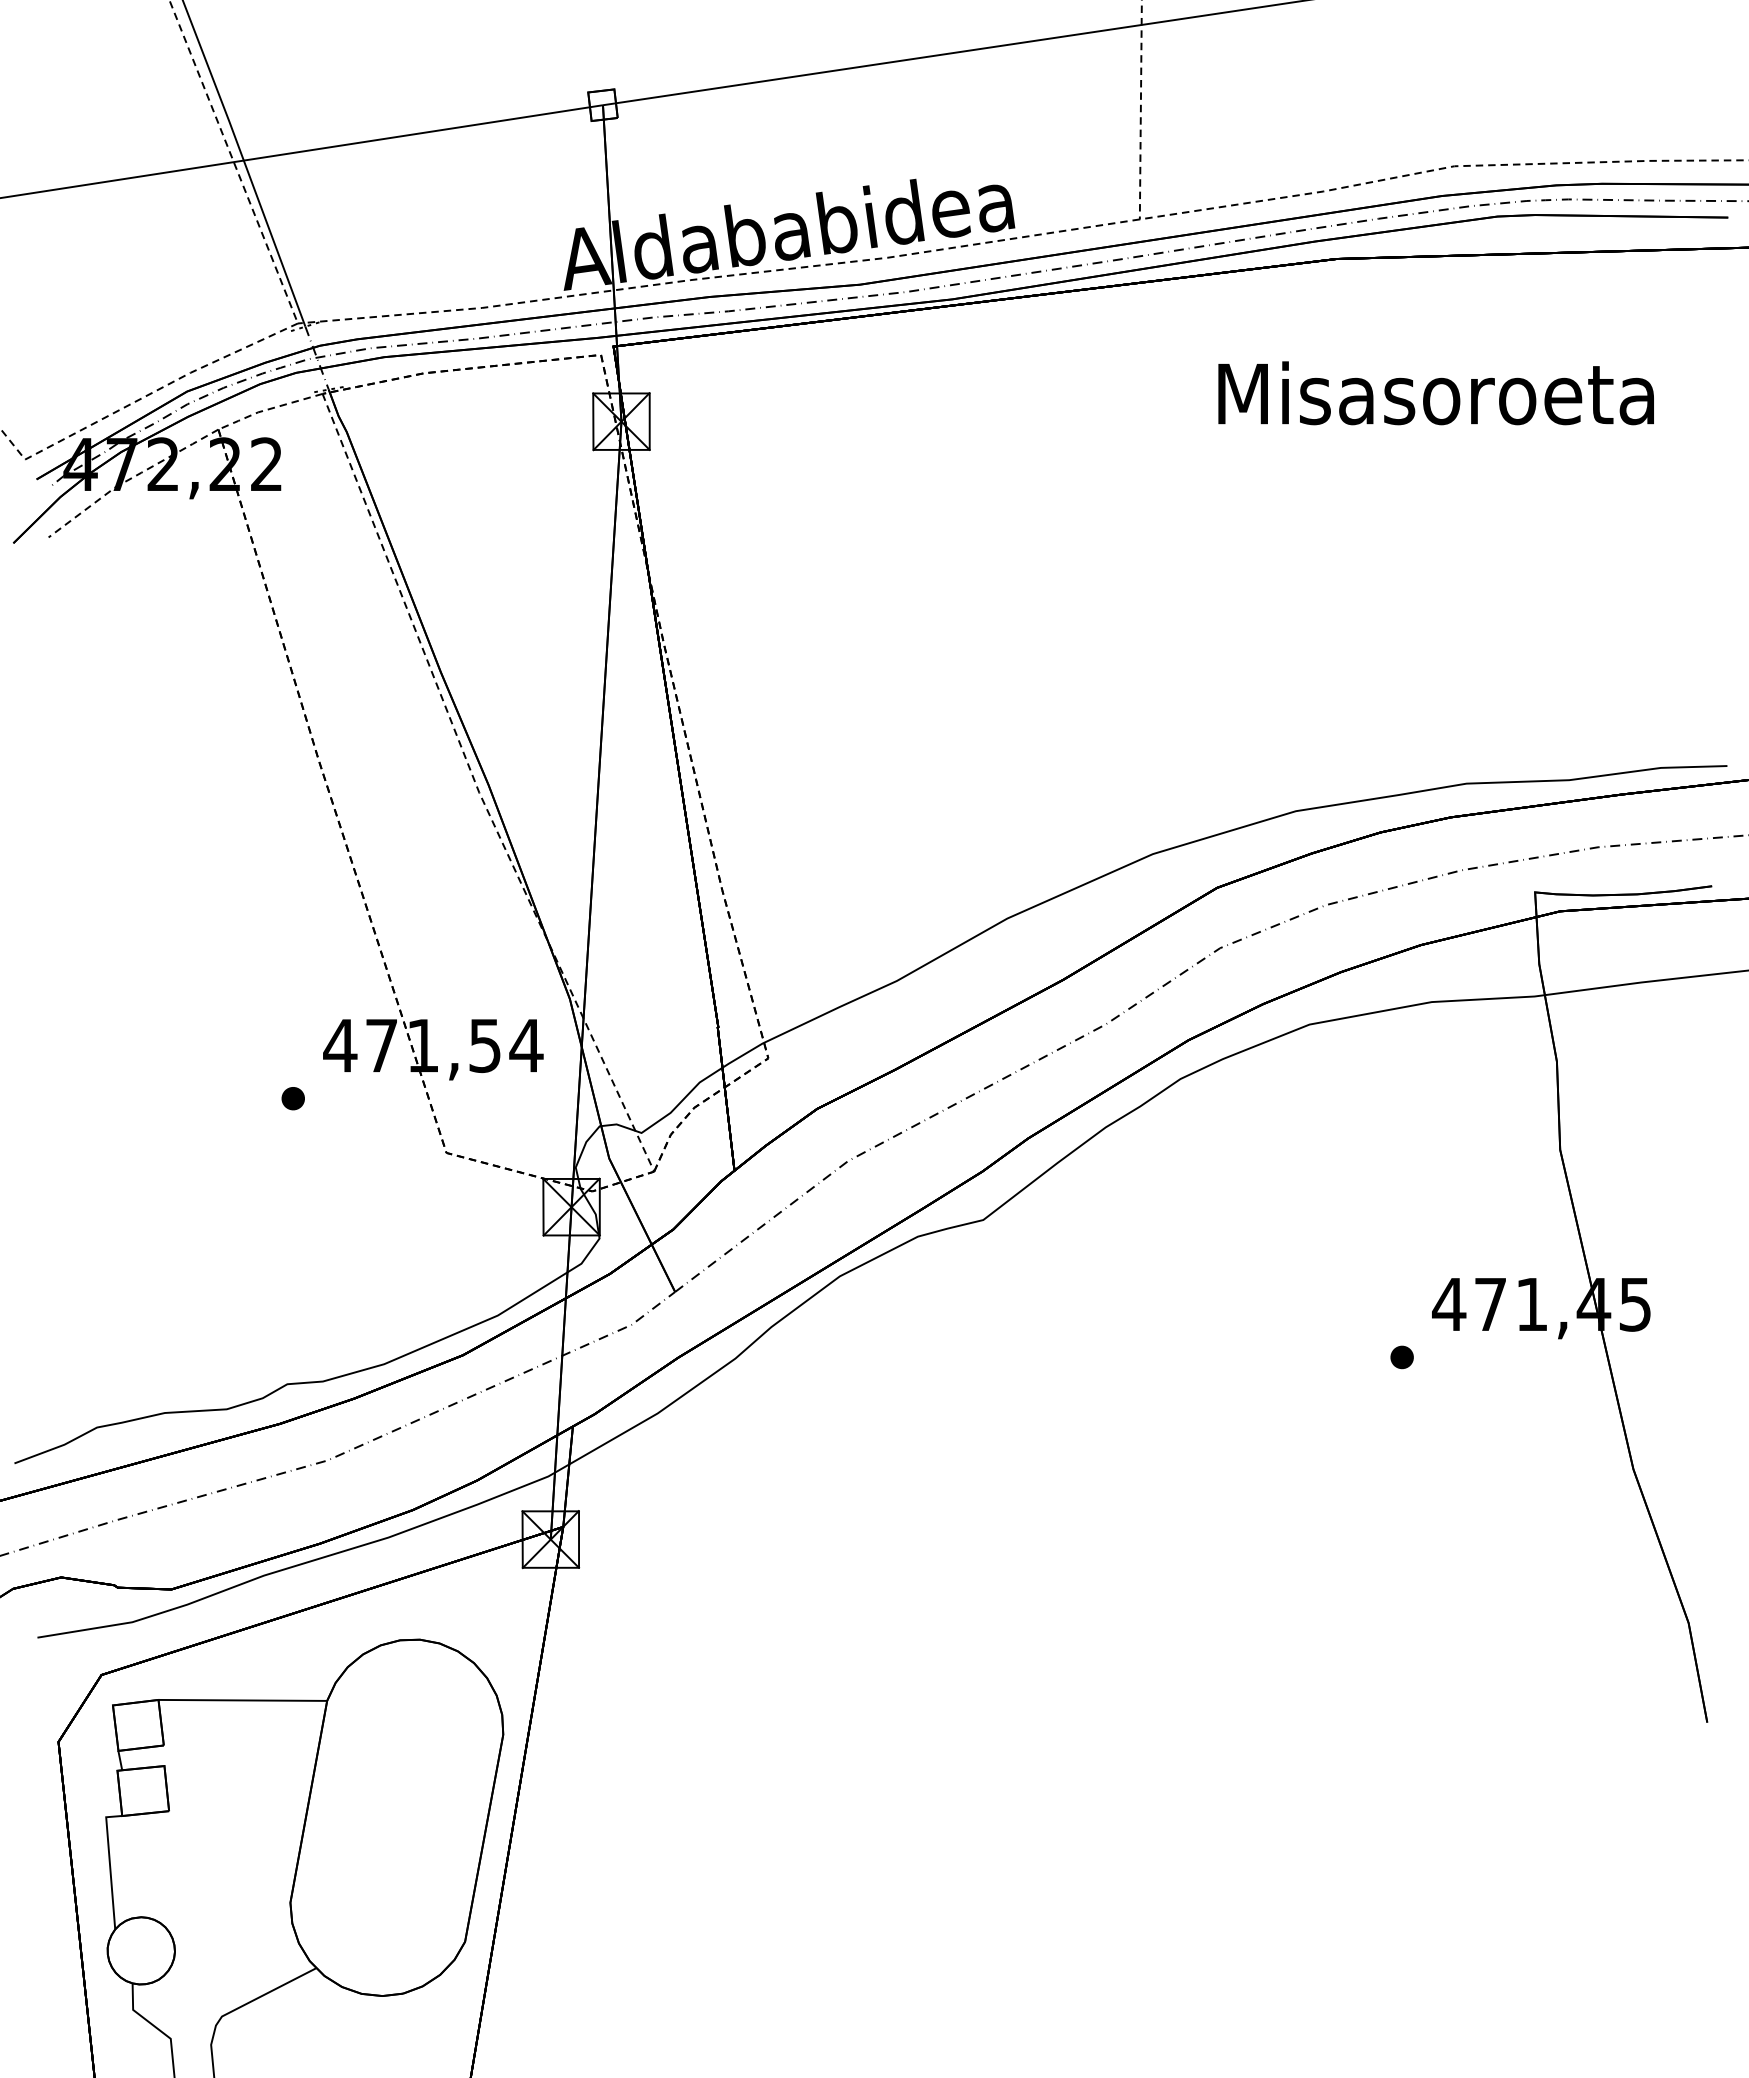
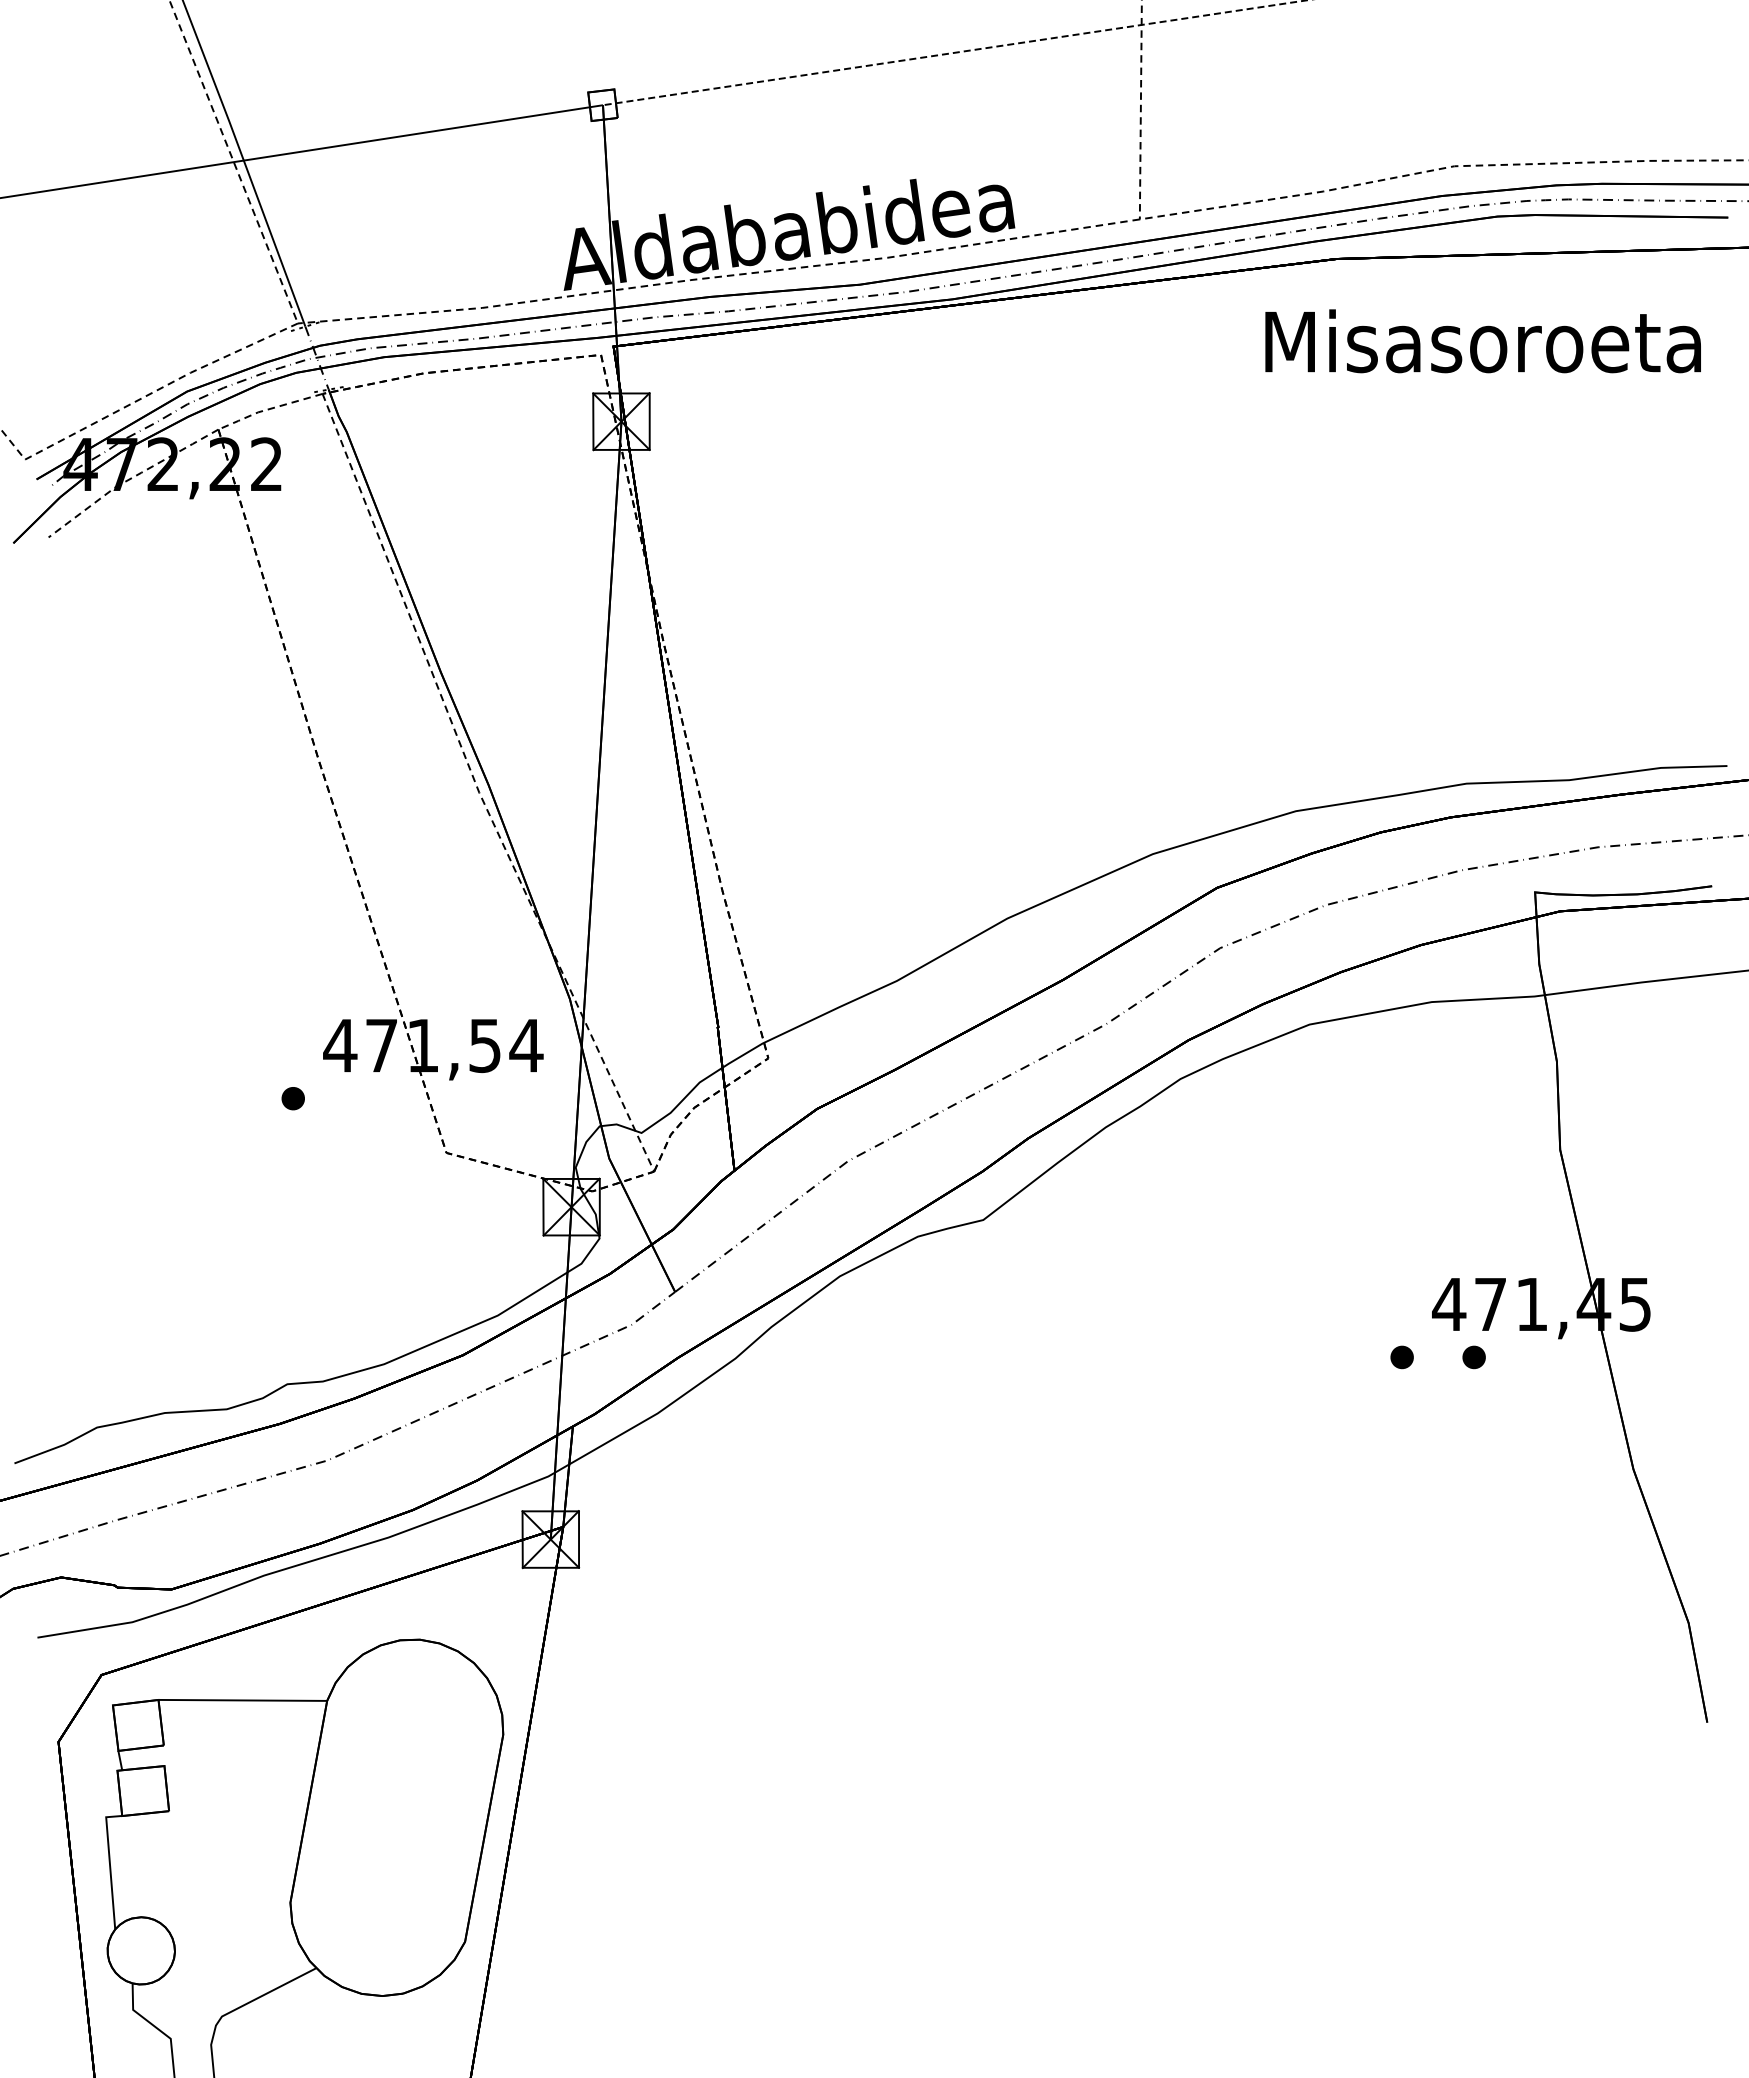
line at (956, 52): solid -> dashed
text at (1435, 393) position: (1435, 393) -> (1482, 341)
part at (1473, 1357): none -> present
